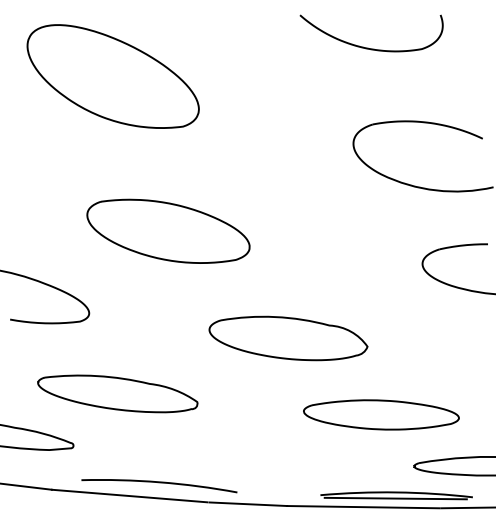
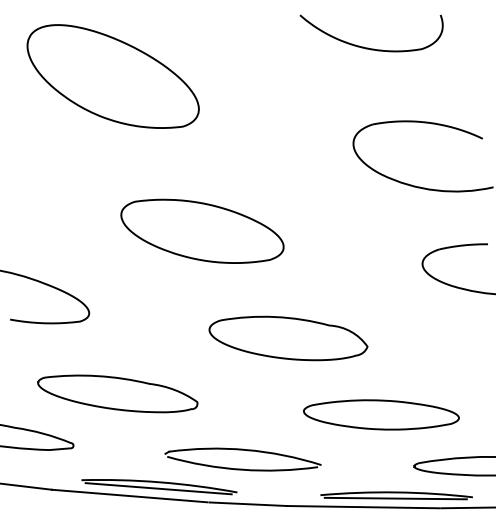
part at (168, 230) position: (168, 230) -> (202, 230)
part at (242, 450): none -> present
line at (158, 488): none -> present
